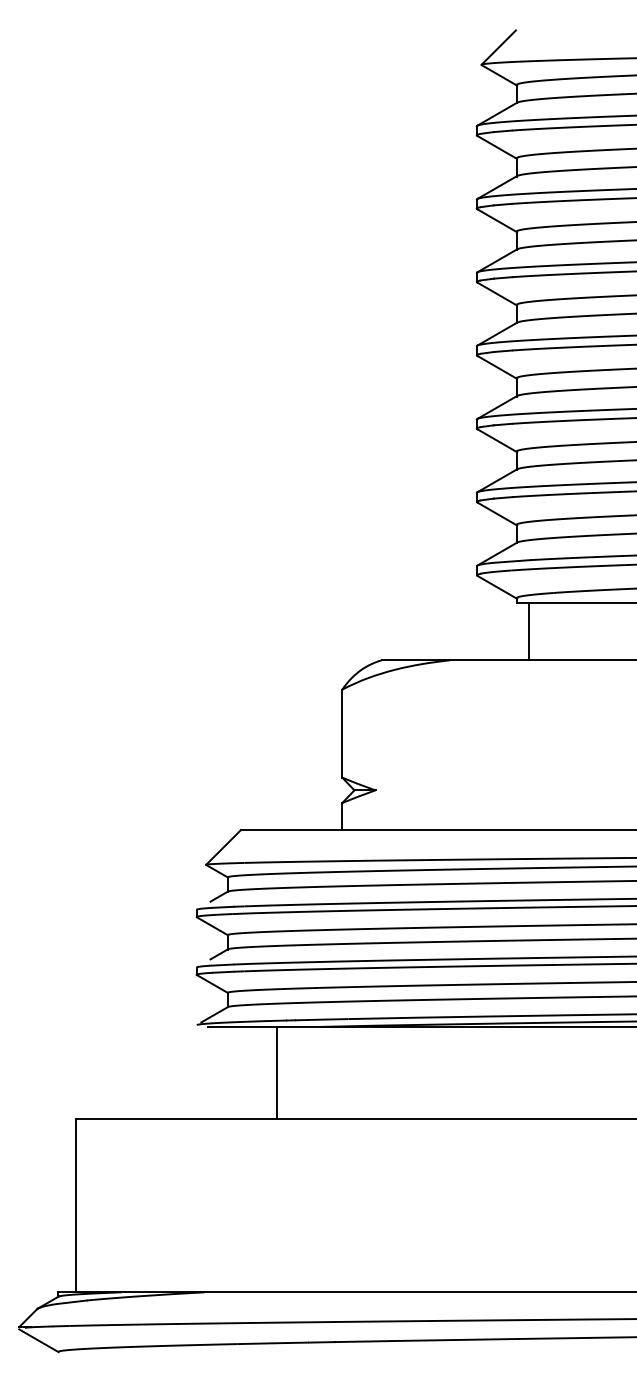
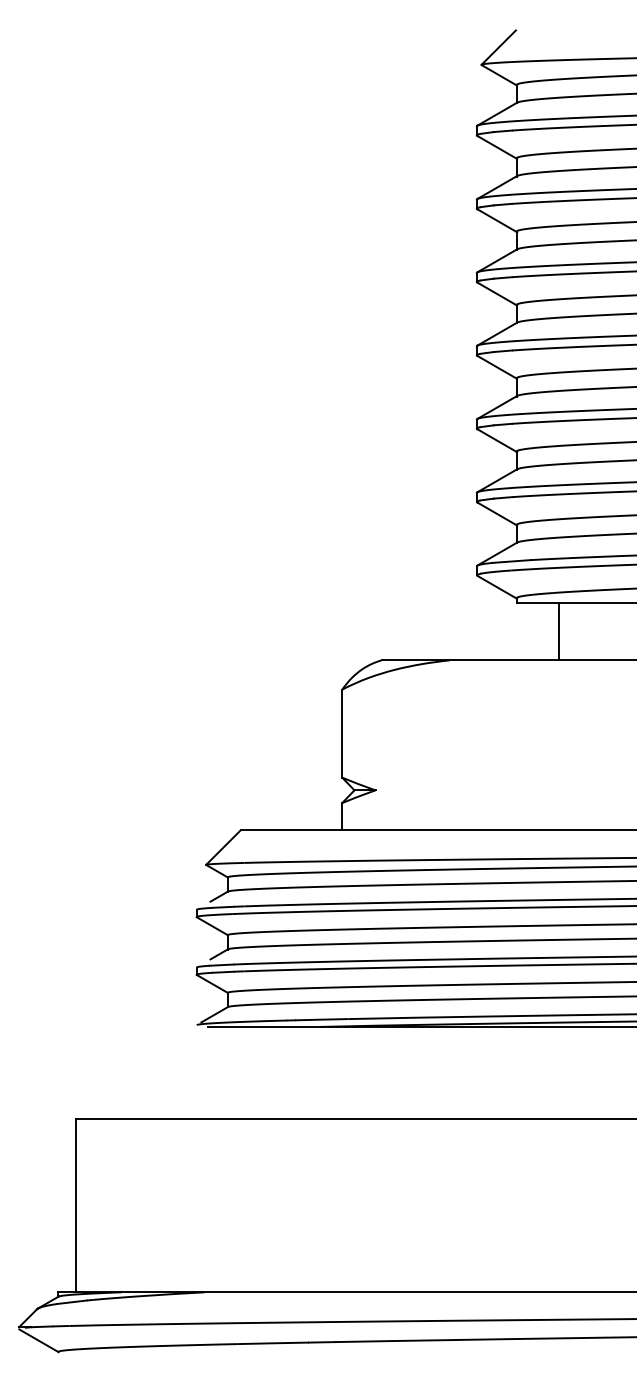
line at (528, 631) position: (528, 631) -> (558, 631)
line at (277, 1072): present -> none
